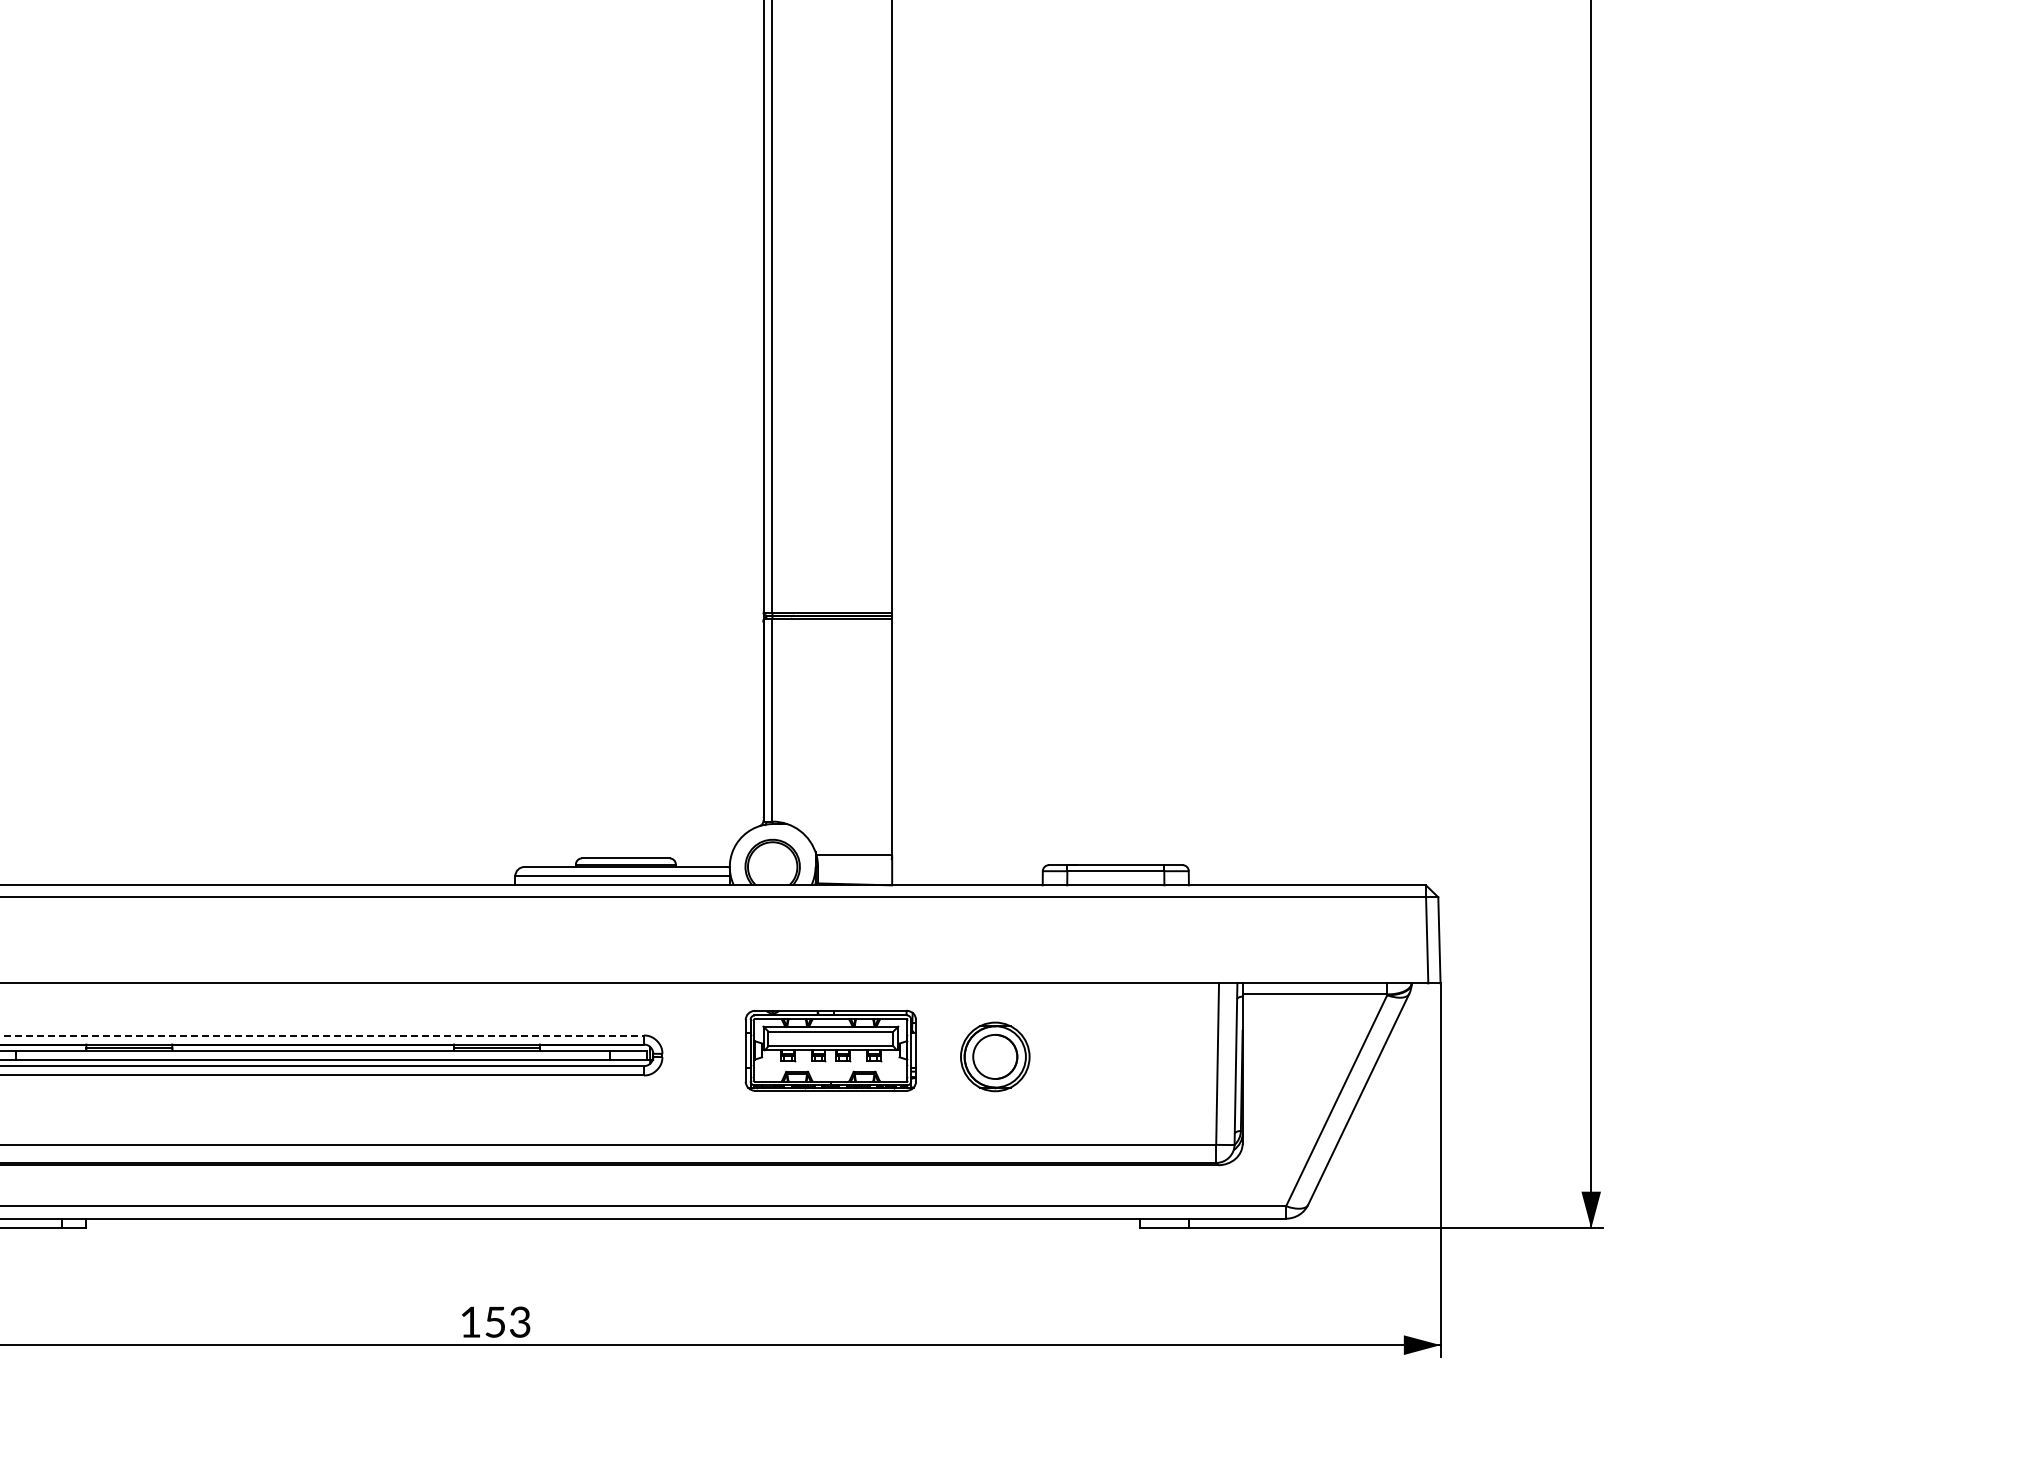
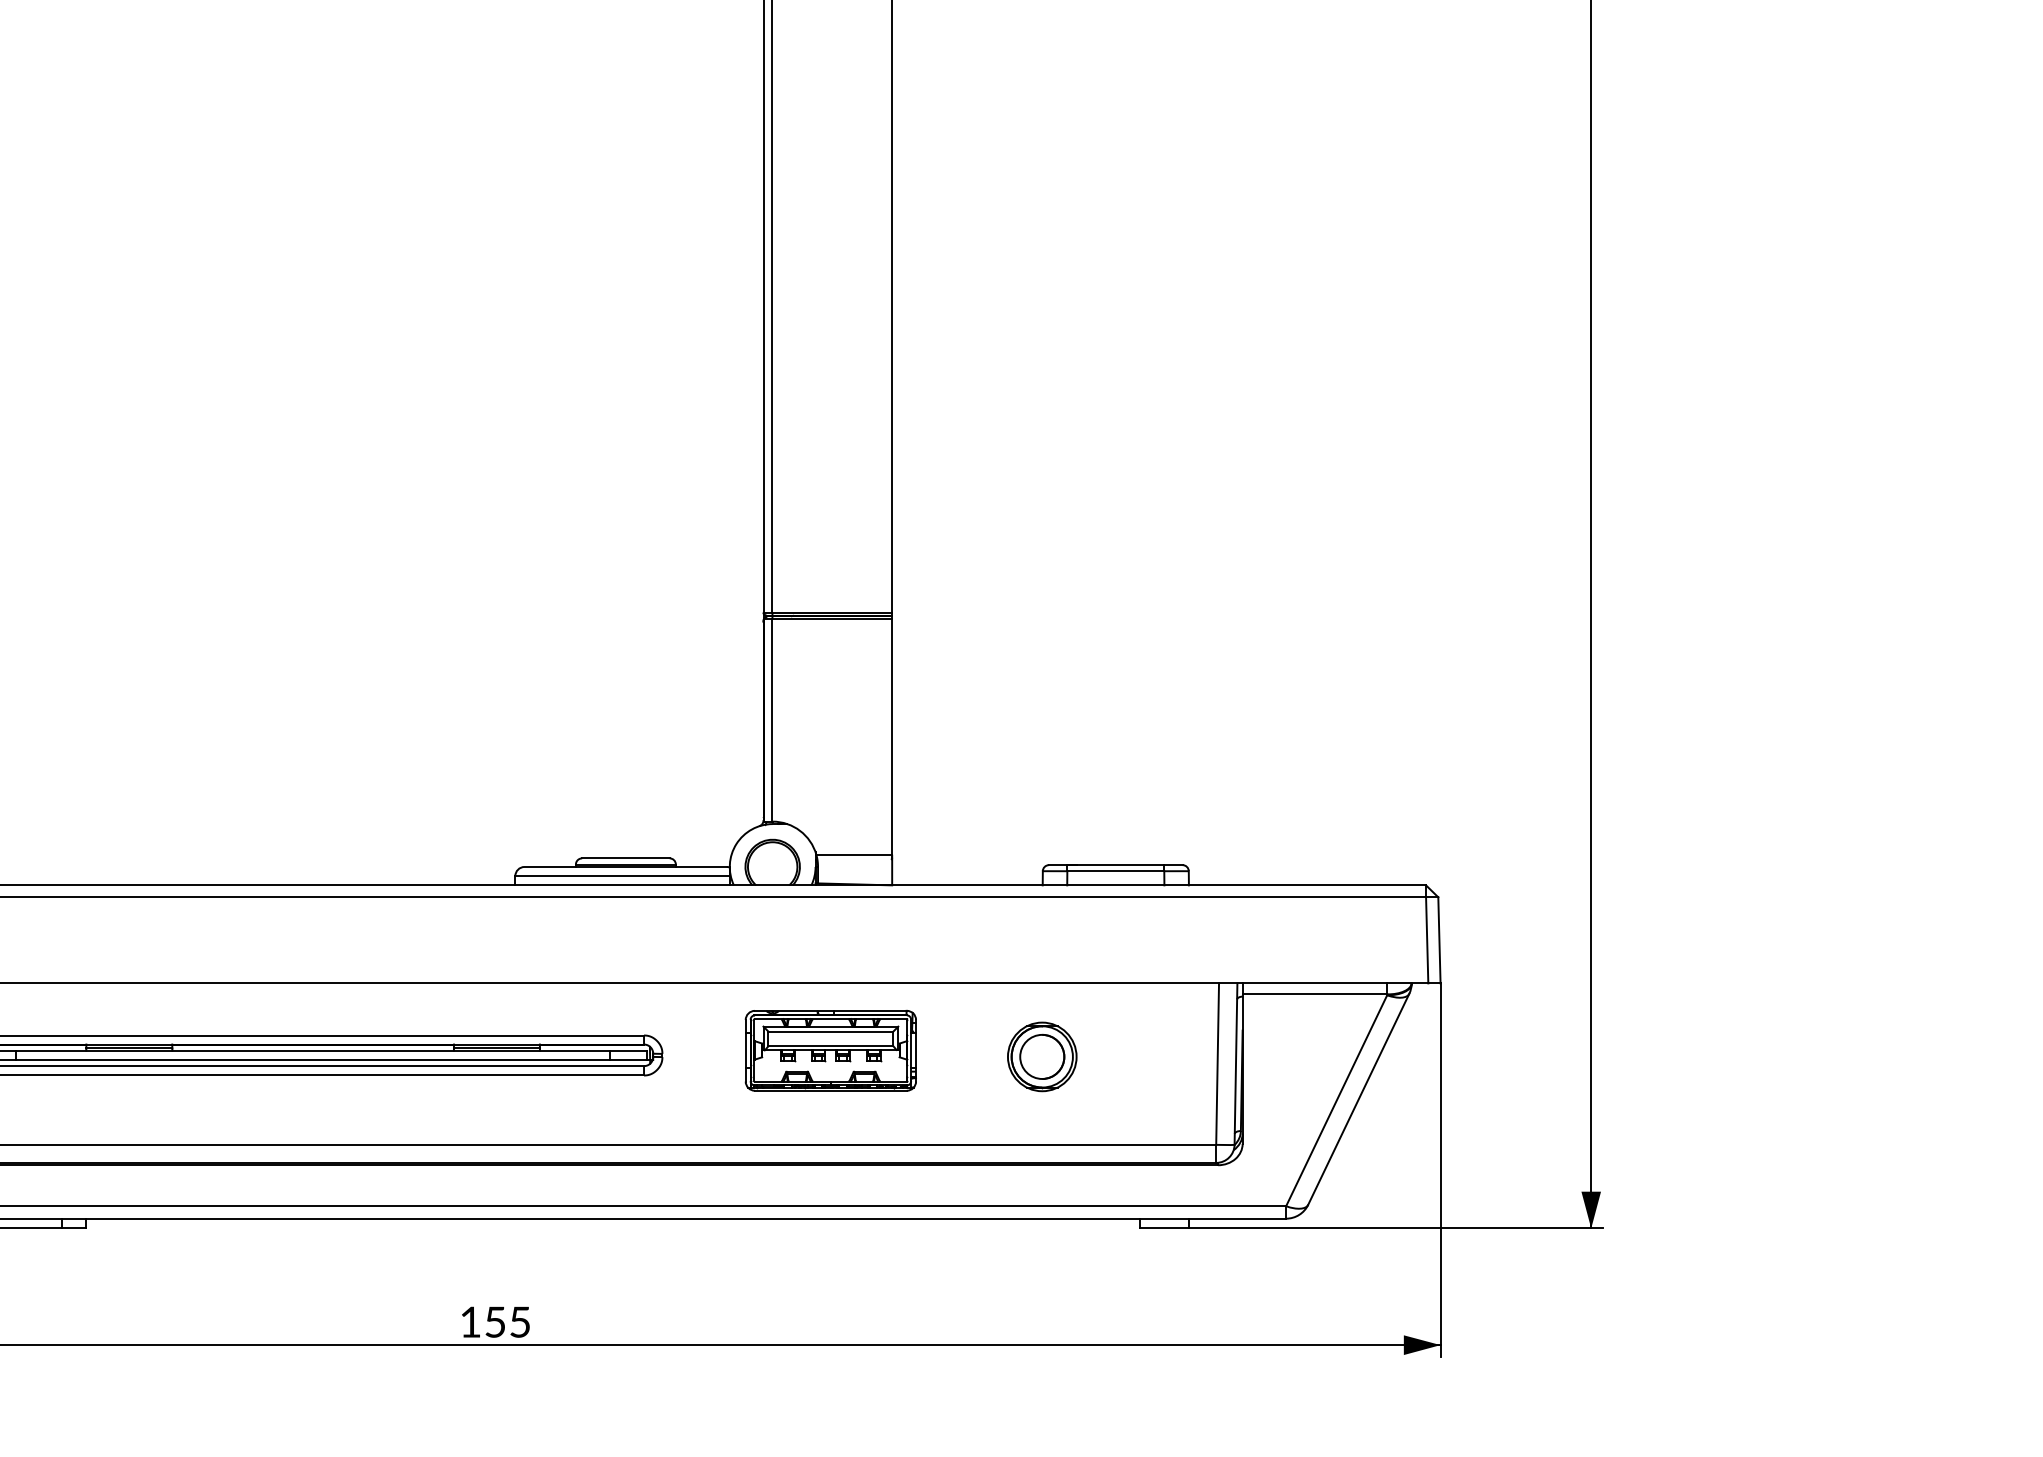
line at (322, 1035): dashed -> solid
part at (995, 1056) position: (995, 1056) -> (1042, 1056)
text at (520, 1321): 153 -> 155
